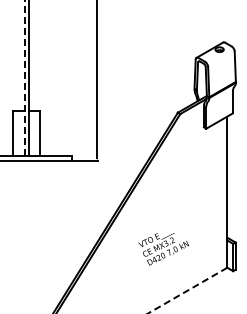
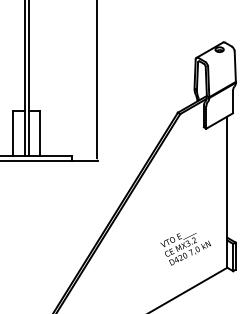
line at (24, 78): dashed -> solid
text at (163, 249) position: (163, 249) -> (185, 249)
line at (187, 290): dashed -> solid
